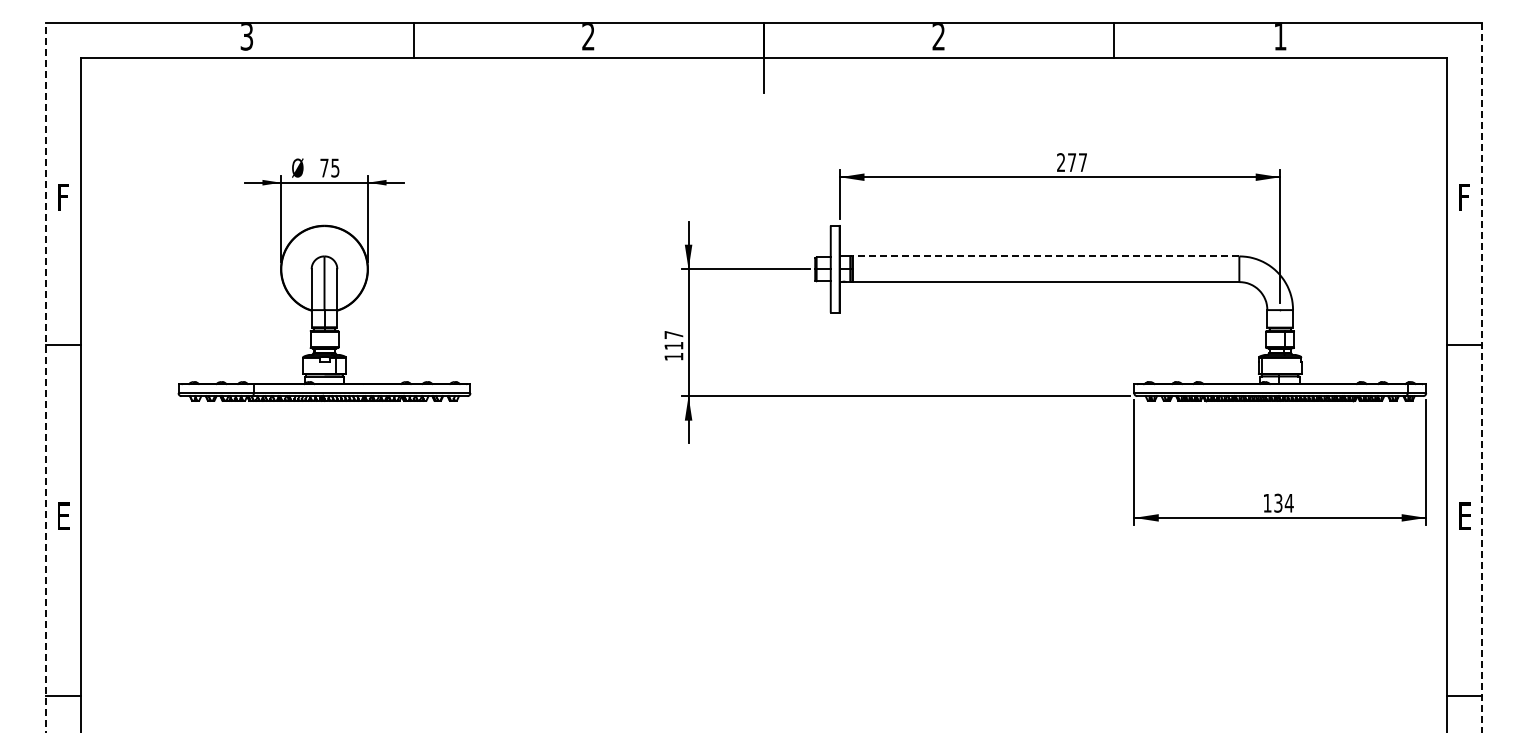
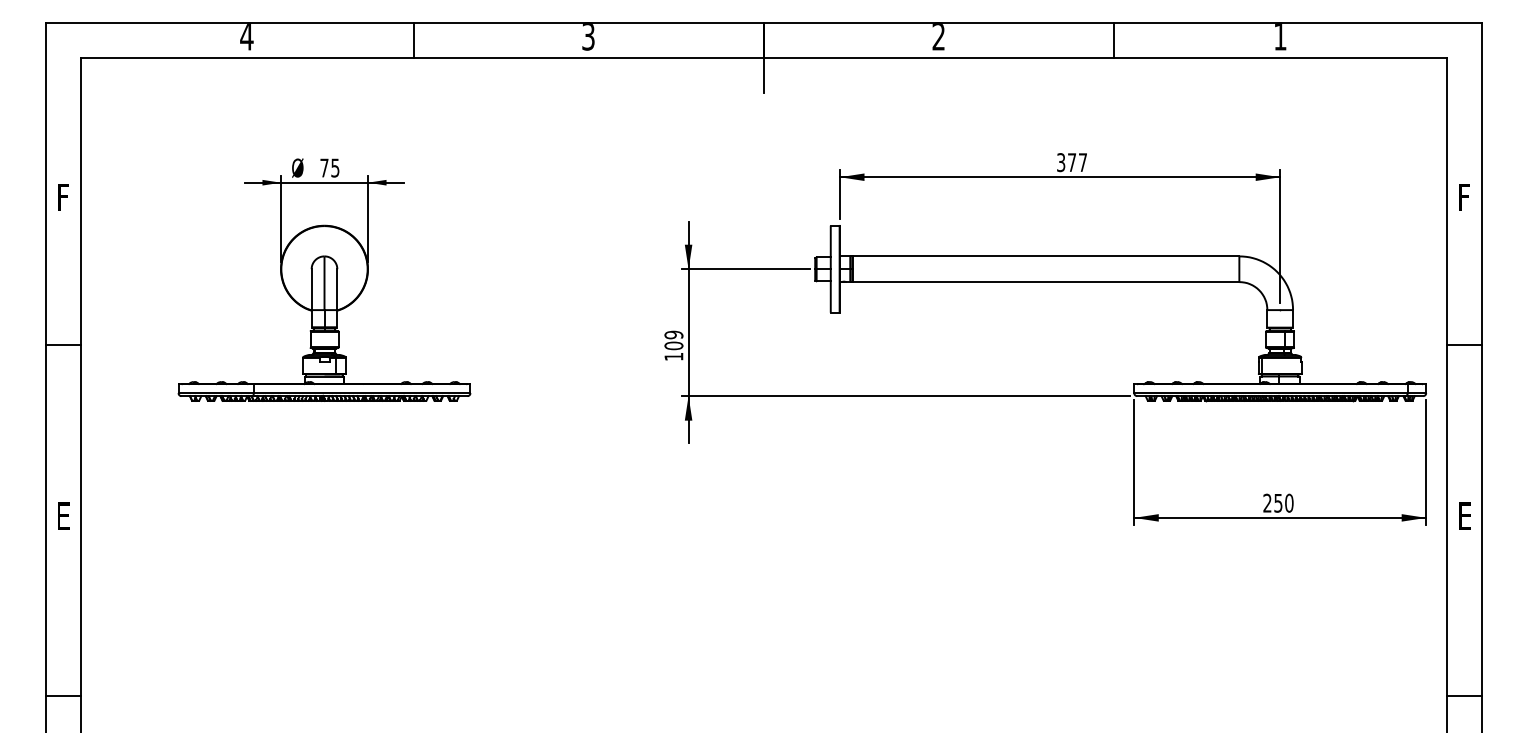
text at (246, 37): 3 -> 4
text at (588, 37): 2 -> 3
text at (1061, 162): 277 -> 377
line at (1045, 256): dashed -> solid
text at (673, 340): 117 -> 109
line at (45, 377): dashed -> solid
line at (1482, 377): dashed -> solid
text at (1278, 502): 134 -> 250
